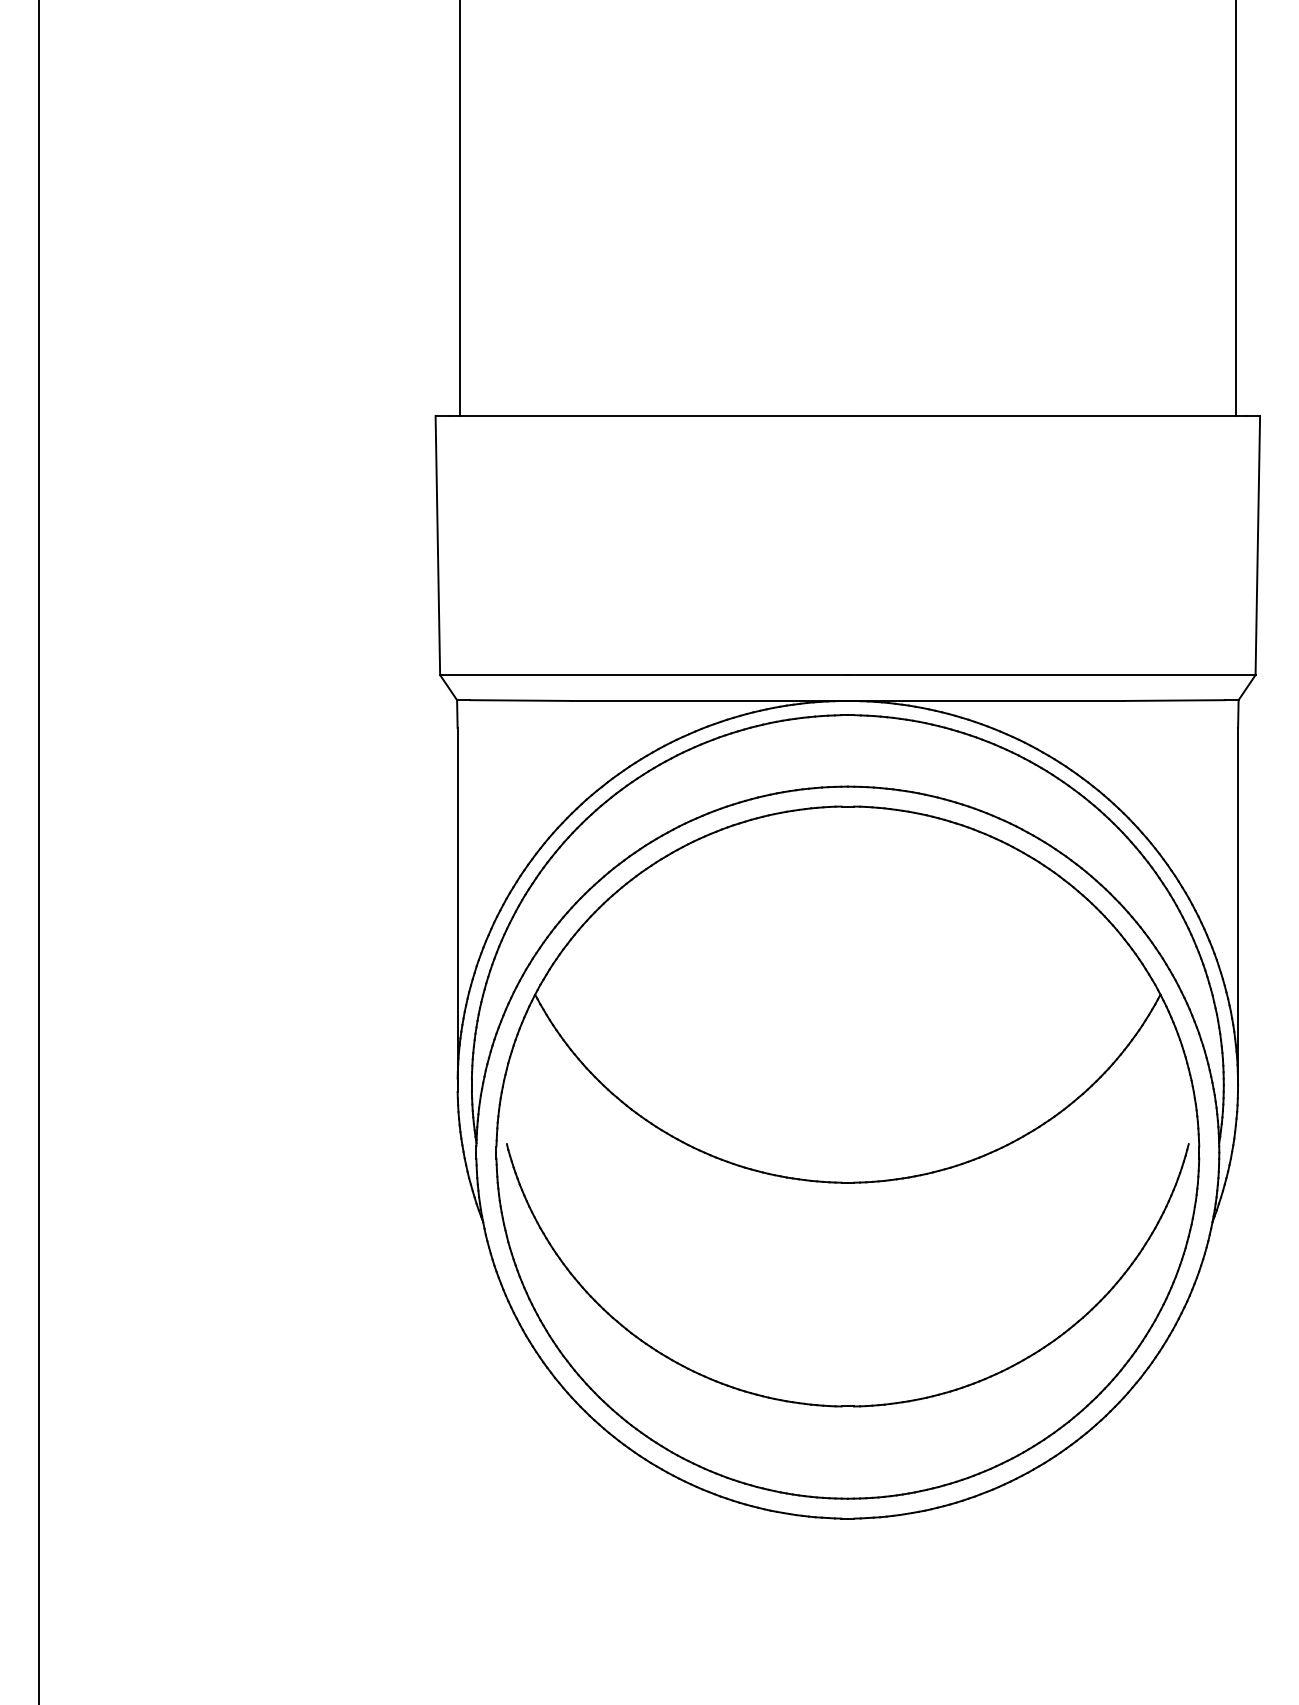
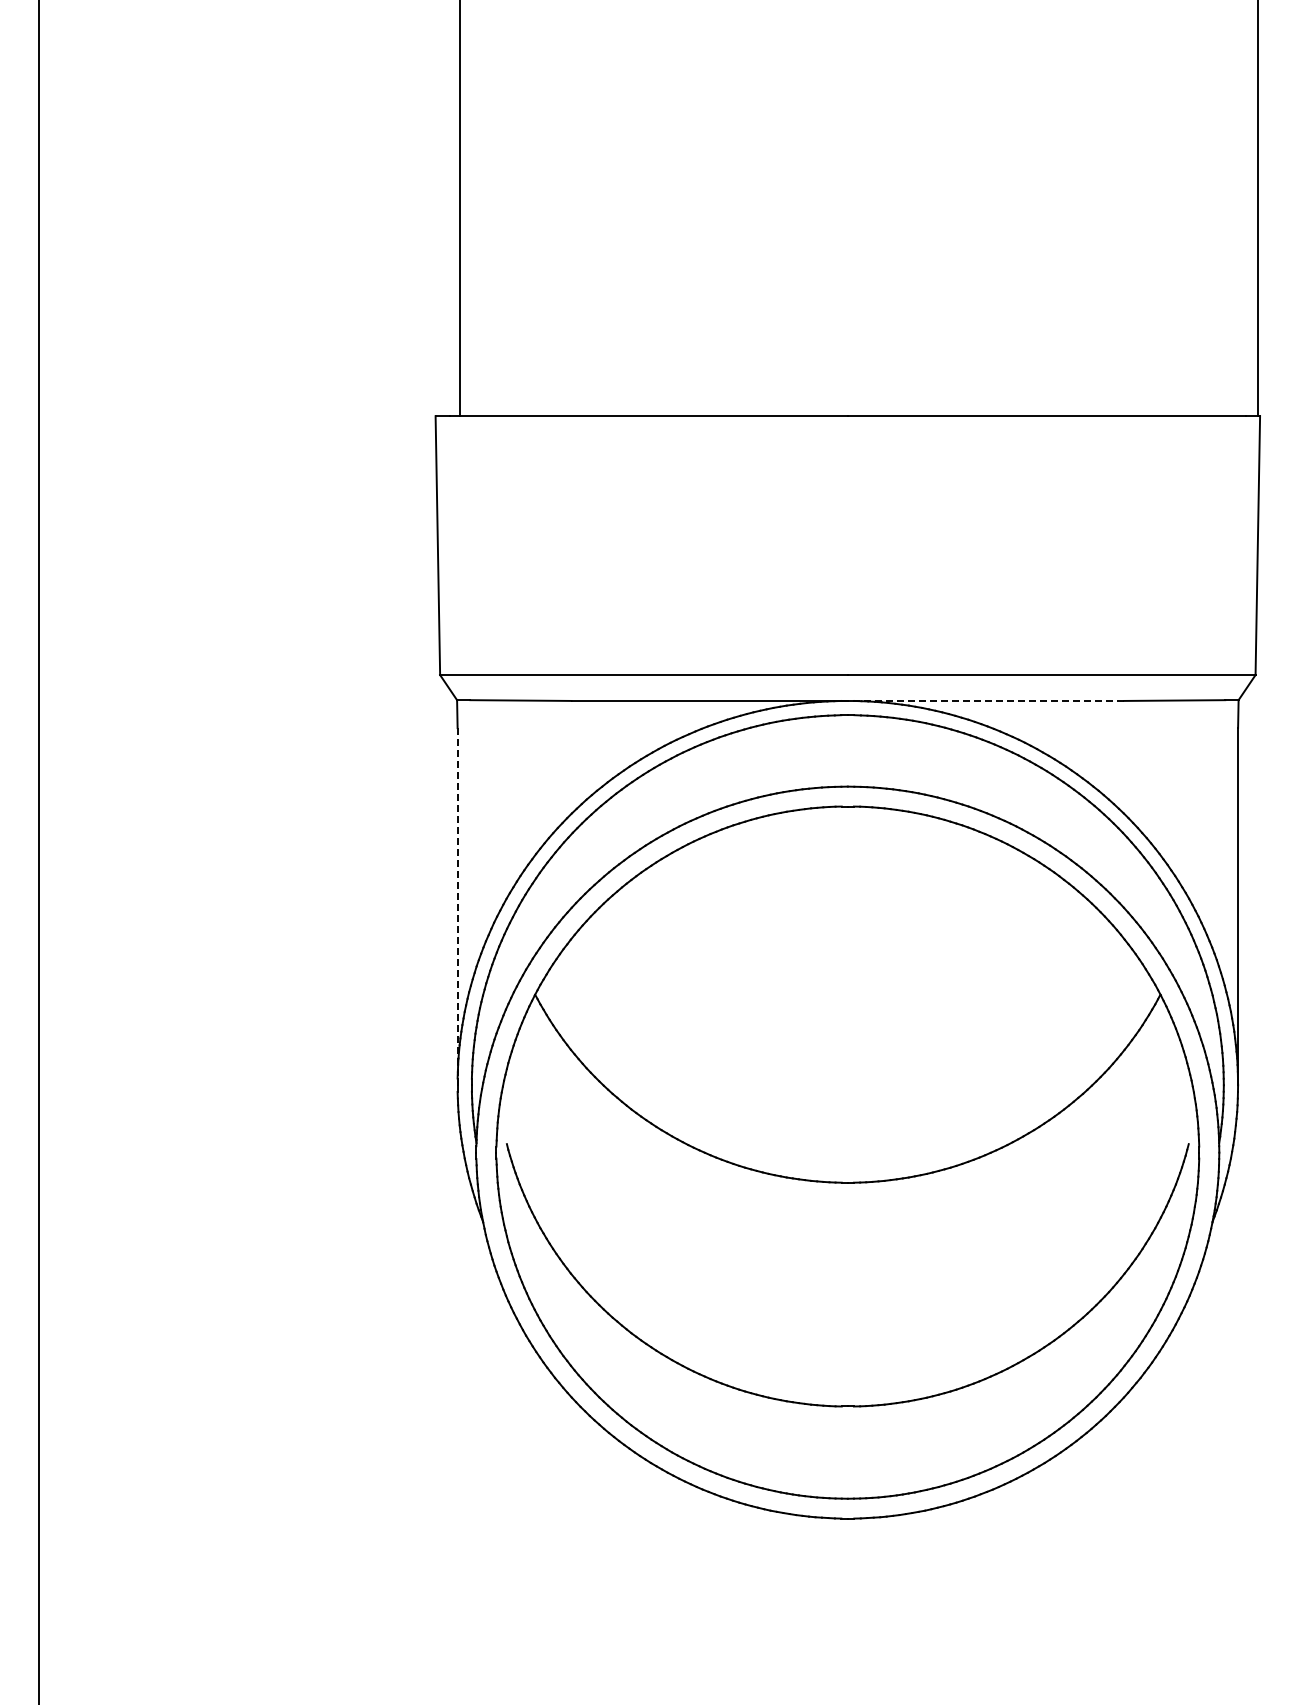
line at (1236, 209) position: (1236, 209) -> (1258, 209)
line at (985, 700): solid -> dashed
line at (457, 906): solid -> dashed
